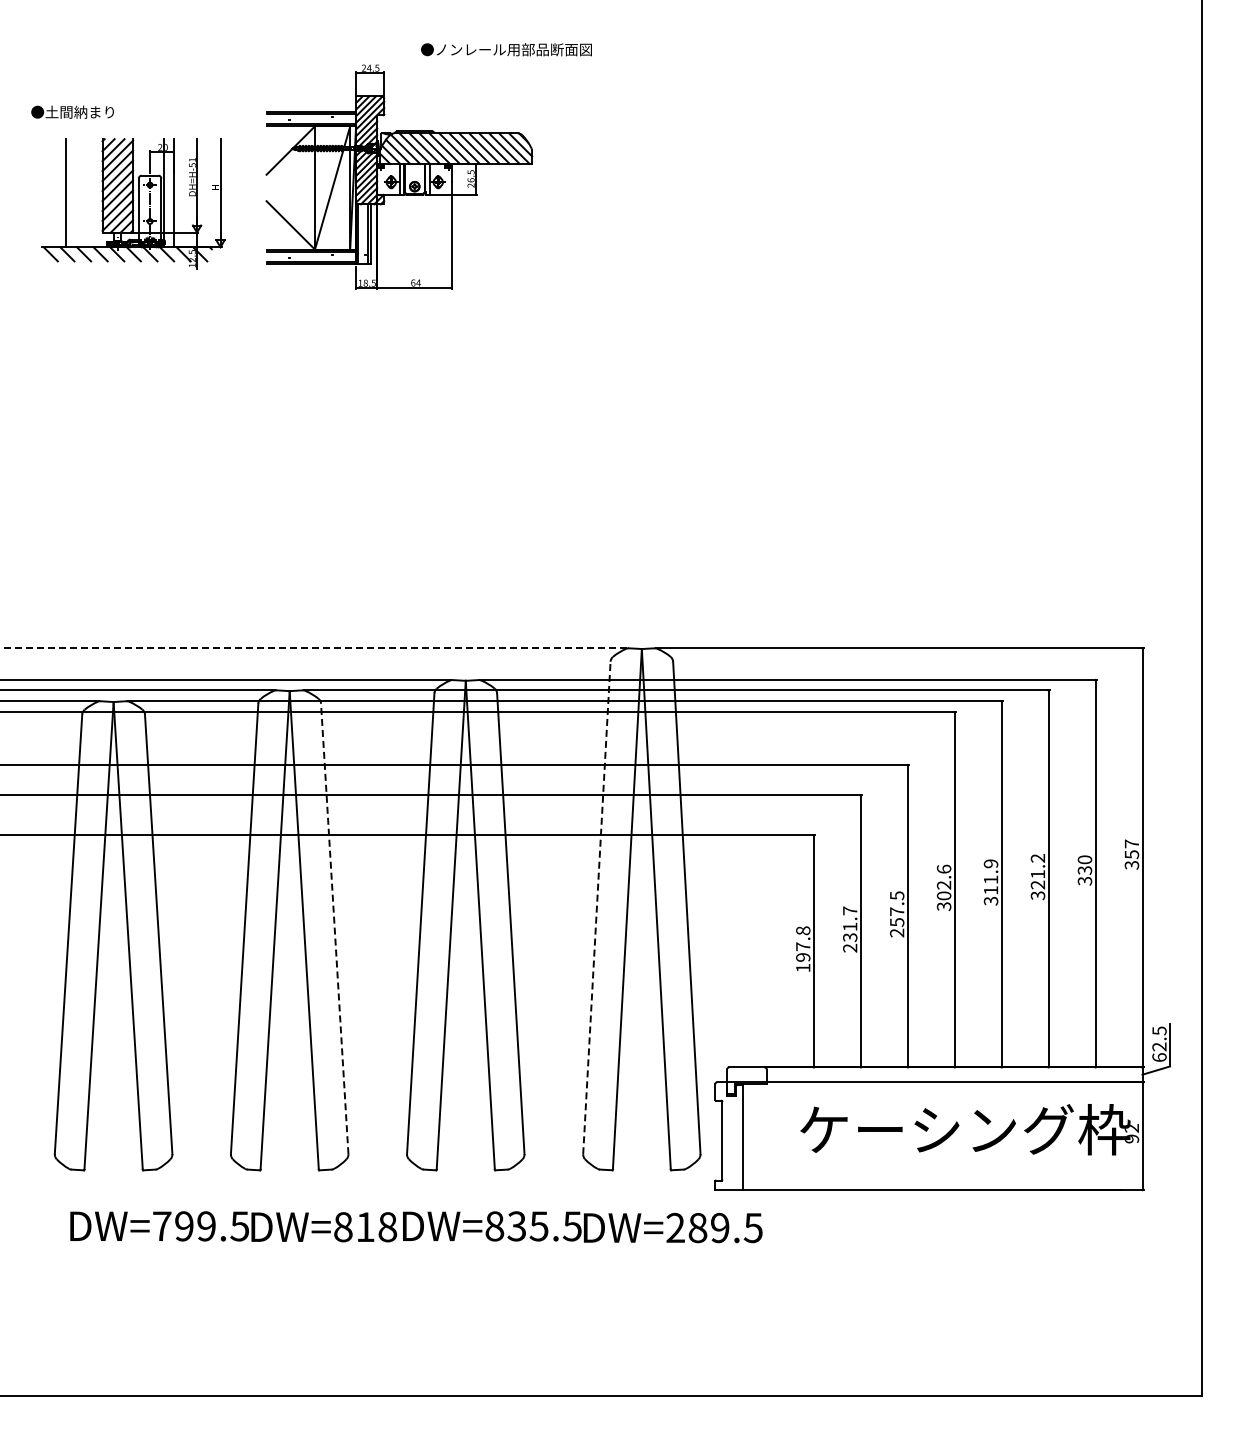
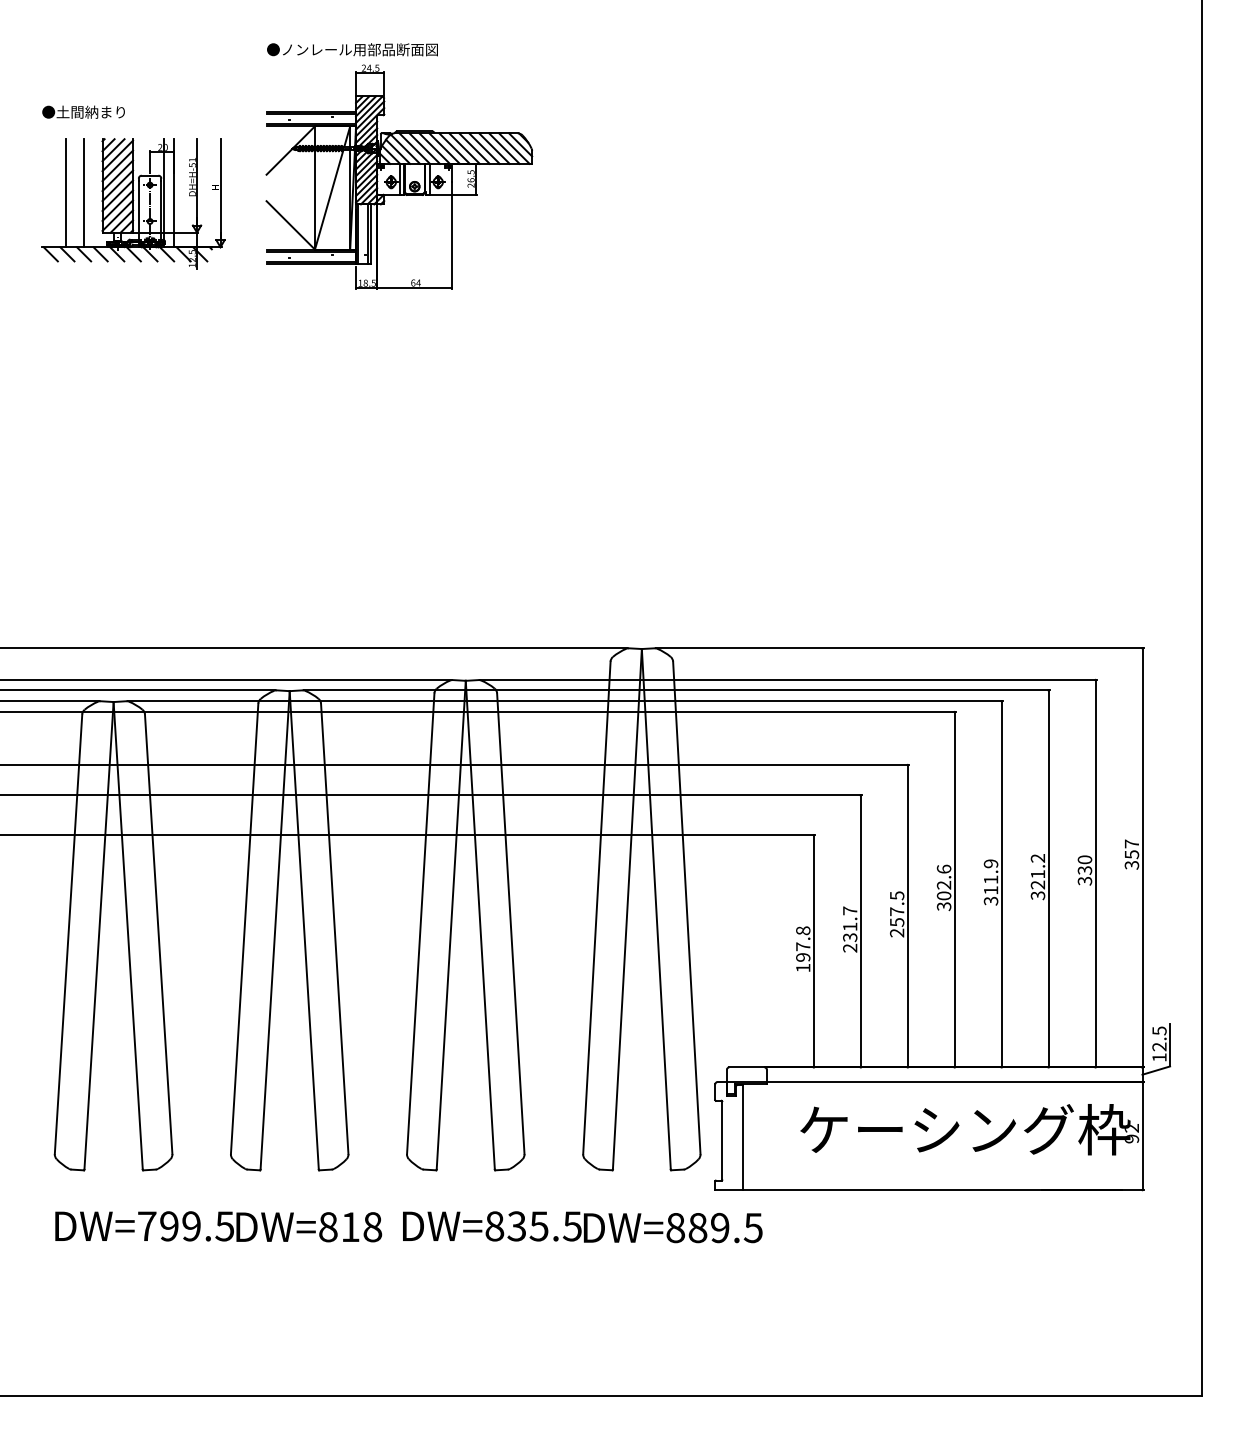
text at (506, 49) position: (506, 49) -> (352, 49)
text at (72, 111) position: (72, 111) -> (83, 111)
line at (84, 193): none -> present
line at (313, 648): dashed -> solid
line at (596, 907): dashed -> solid
line at (334, 928): dashed -> solid
text at (1159, 1057): 62.5 -> 12.5
text at (233, 1226) position: (233, 1226) -> (218, 1226)
text at (675, 1227): DW=289.5 -> DW=889.5
